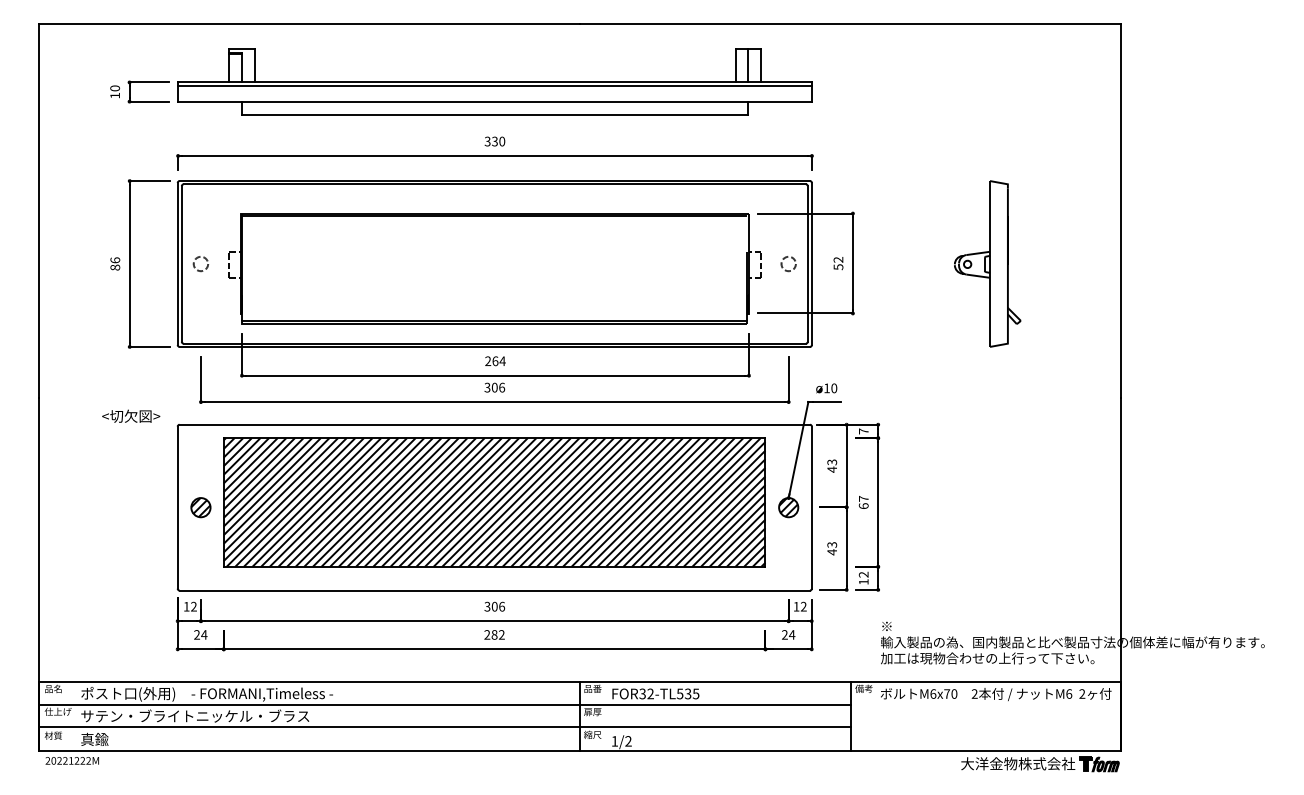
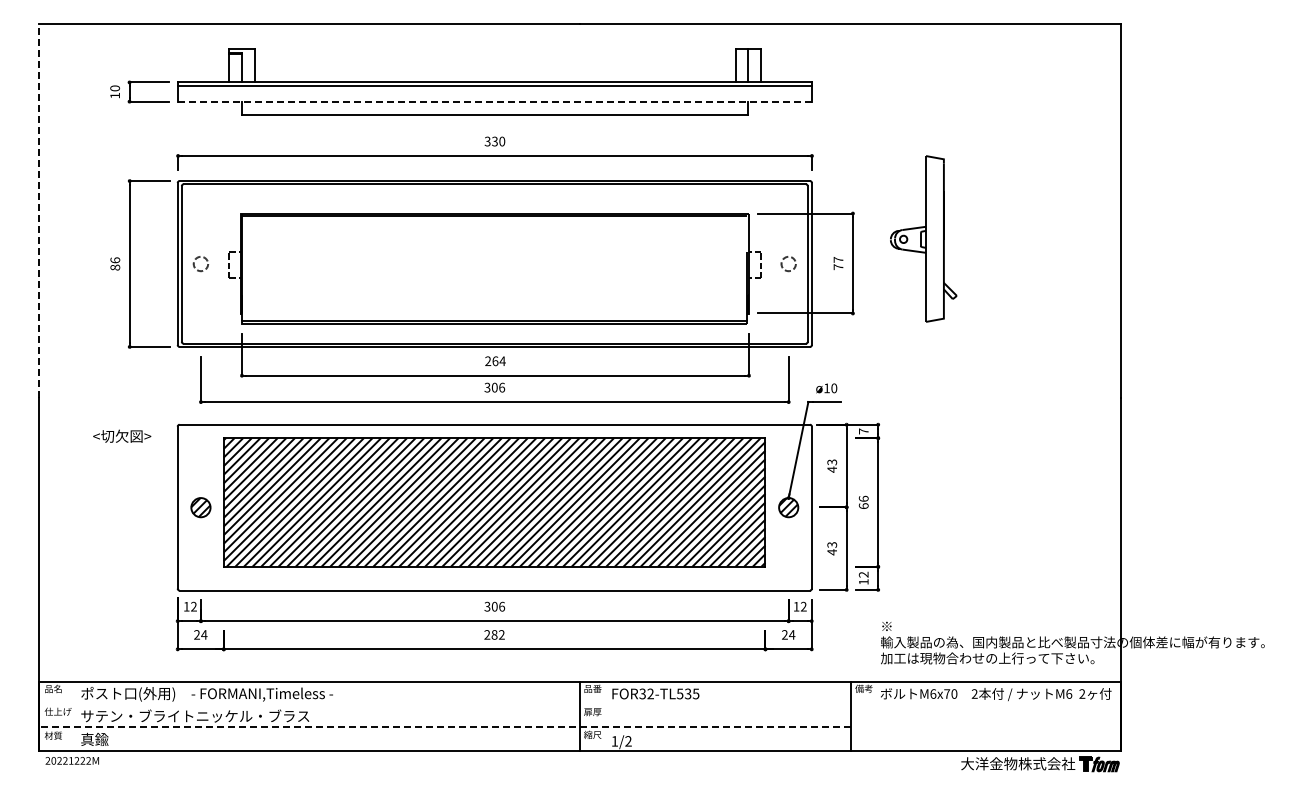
line at (495, 101): solid -> dashed
line at (39, 210): solid -> dashed
text at (838, 263): 52 -> 77
part at (987, 263) position: (987, 263) -> (923, 238)
text at (131, 415) position: (131, 415) -> (122, 435)
text at (863, 498): 67 -> 66
line at (444, 704): present -> none
line at (445, 727): solid -> dashed
